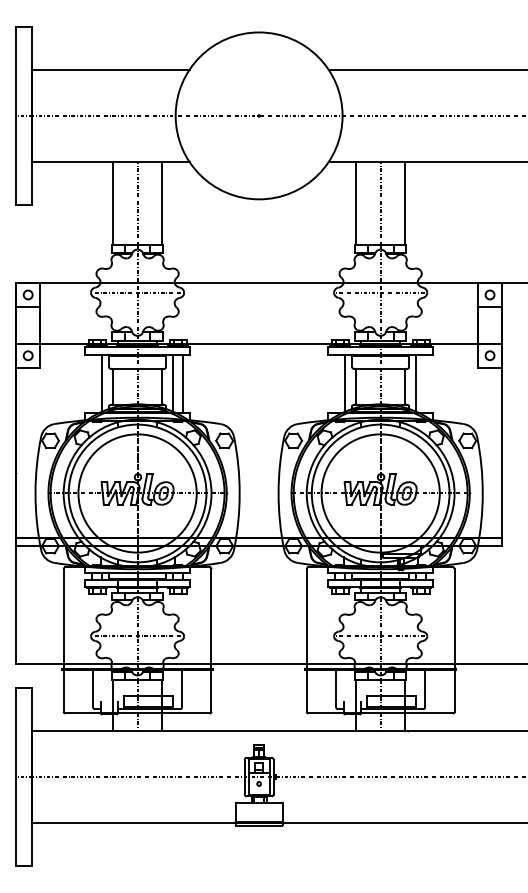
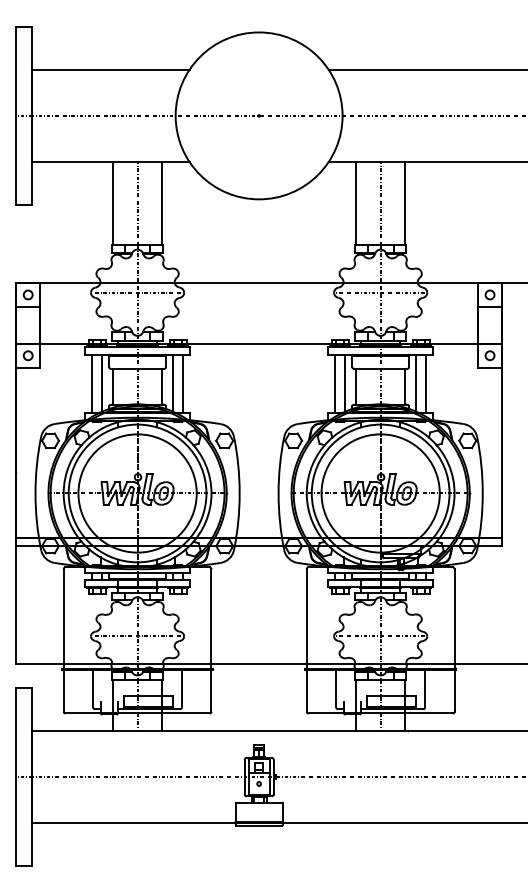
line at (92, 383): none -> present
line at (335, 383): none -> present
line at (426, 383): none -> present
